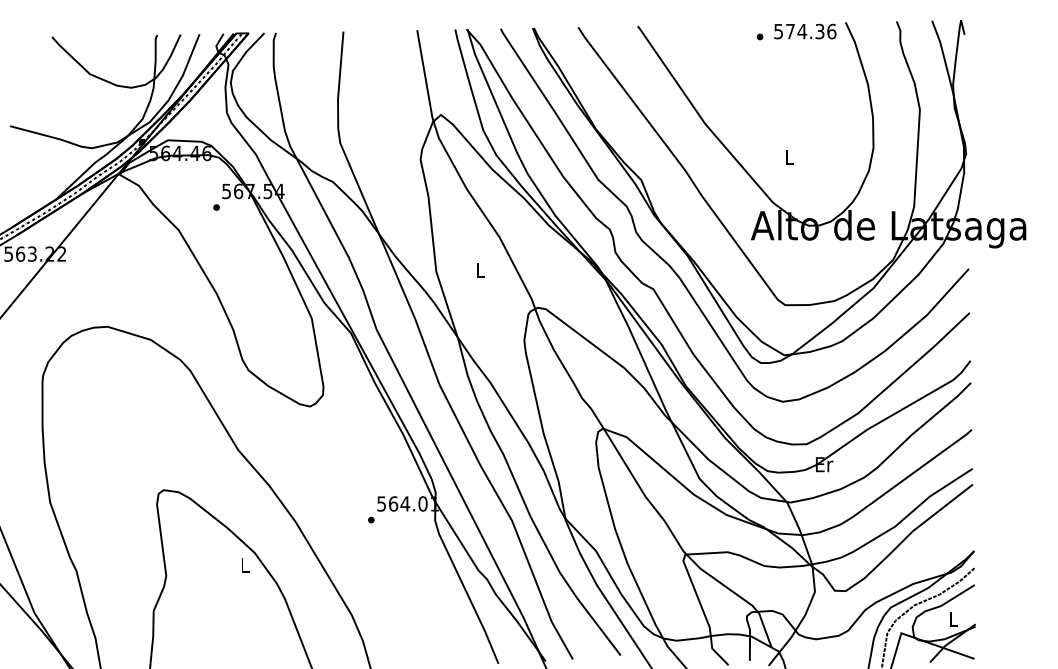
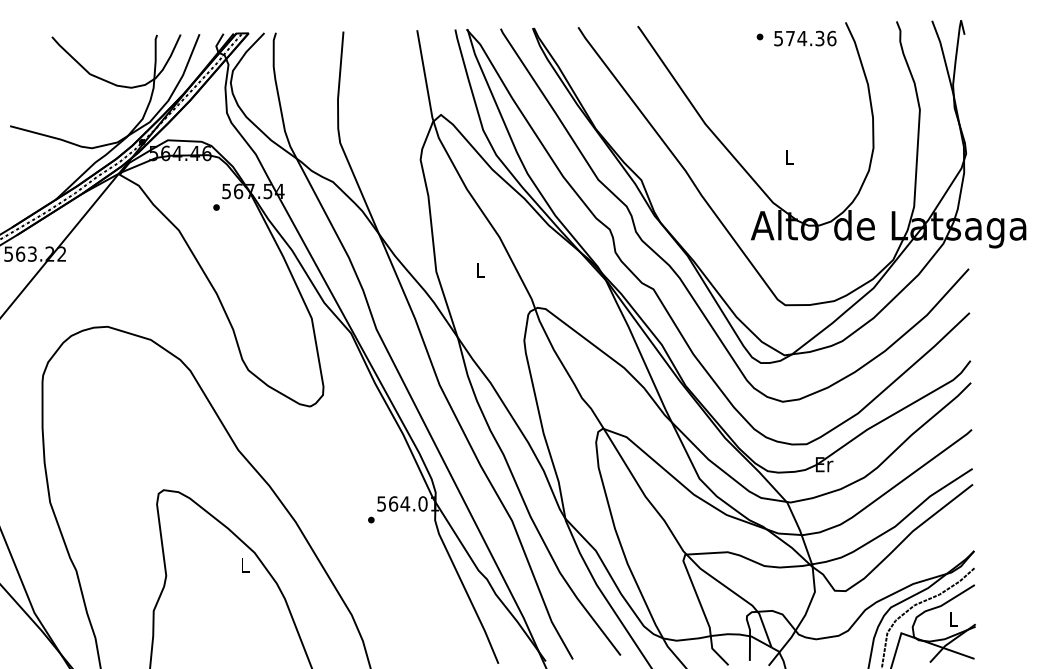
text at (805, 31) position: (805, 31) -> (805, 38)
